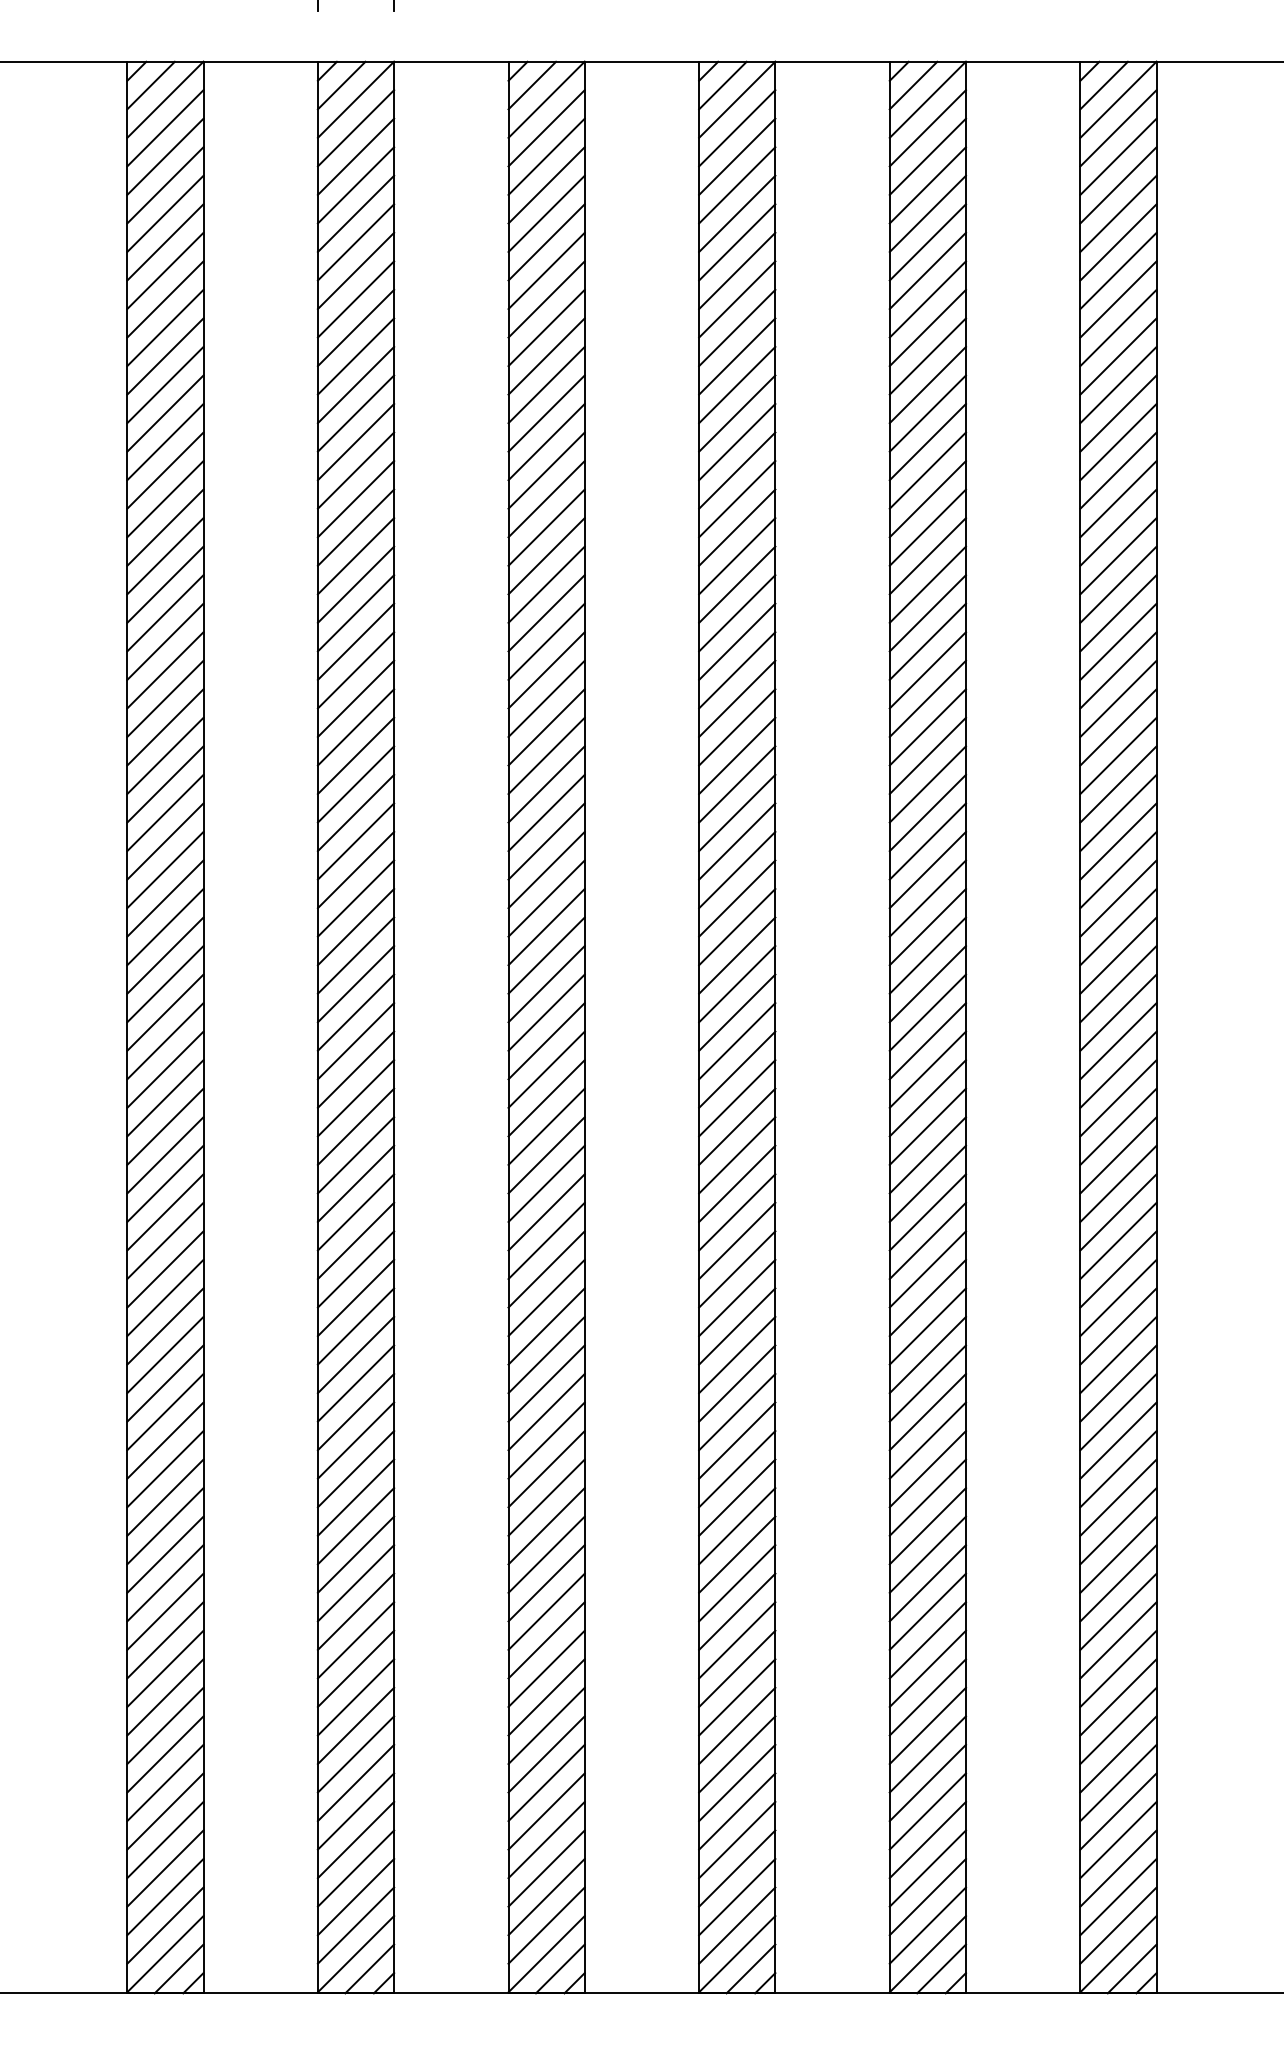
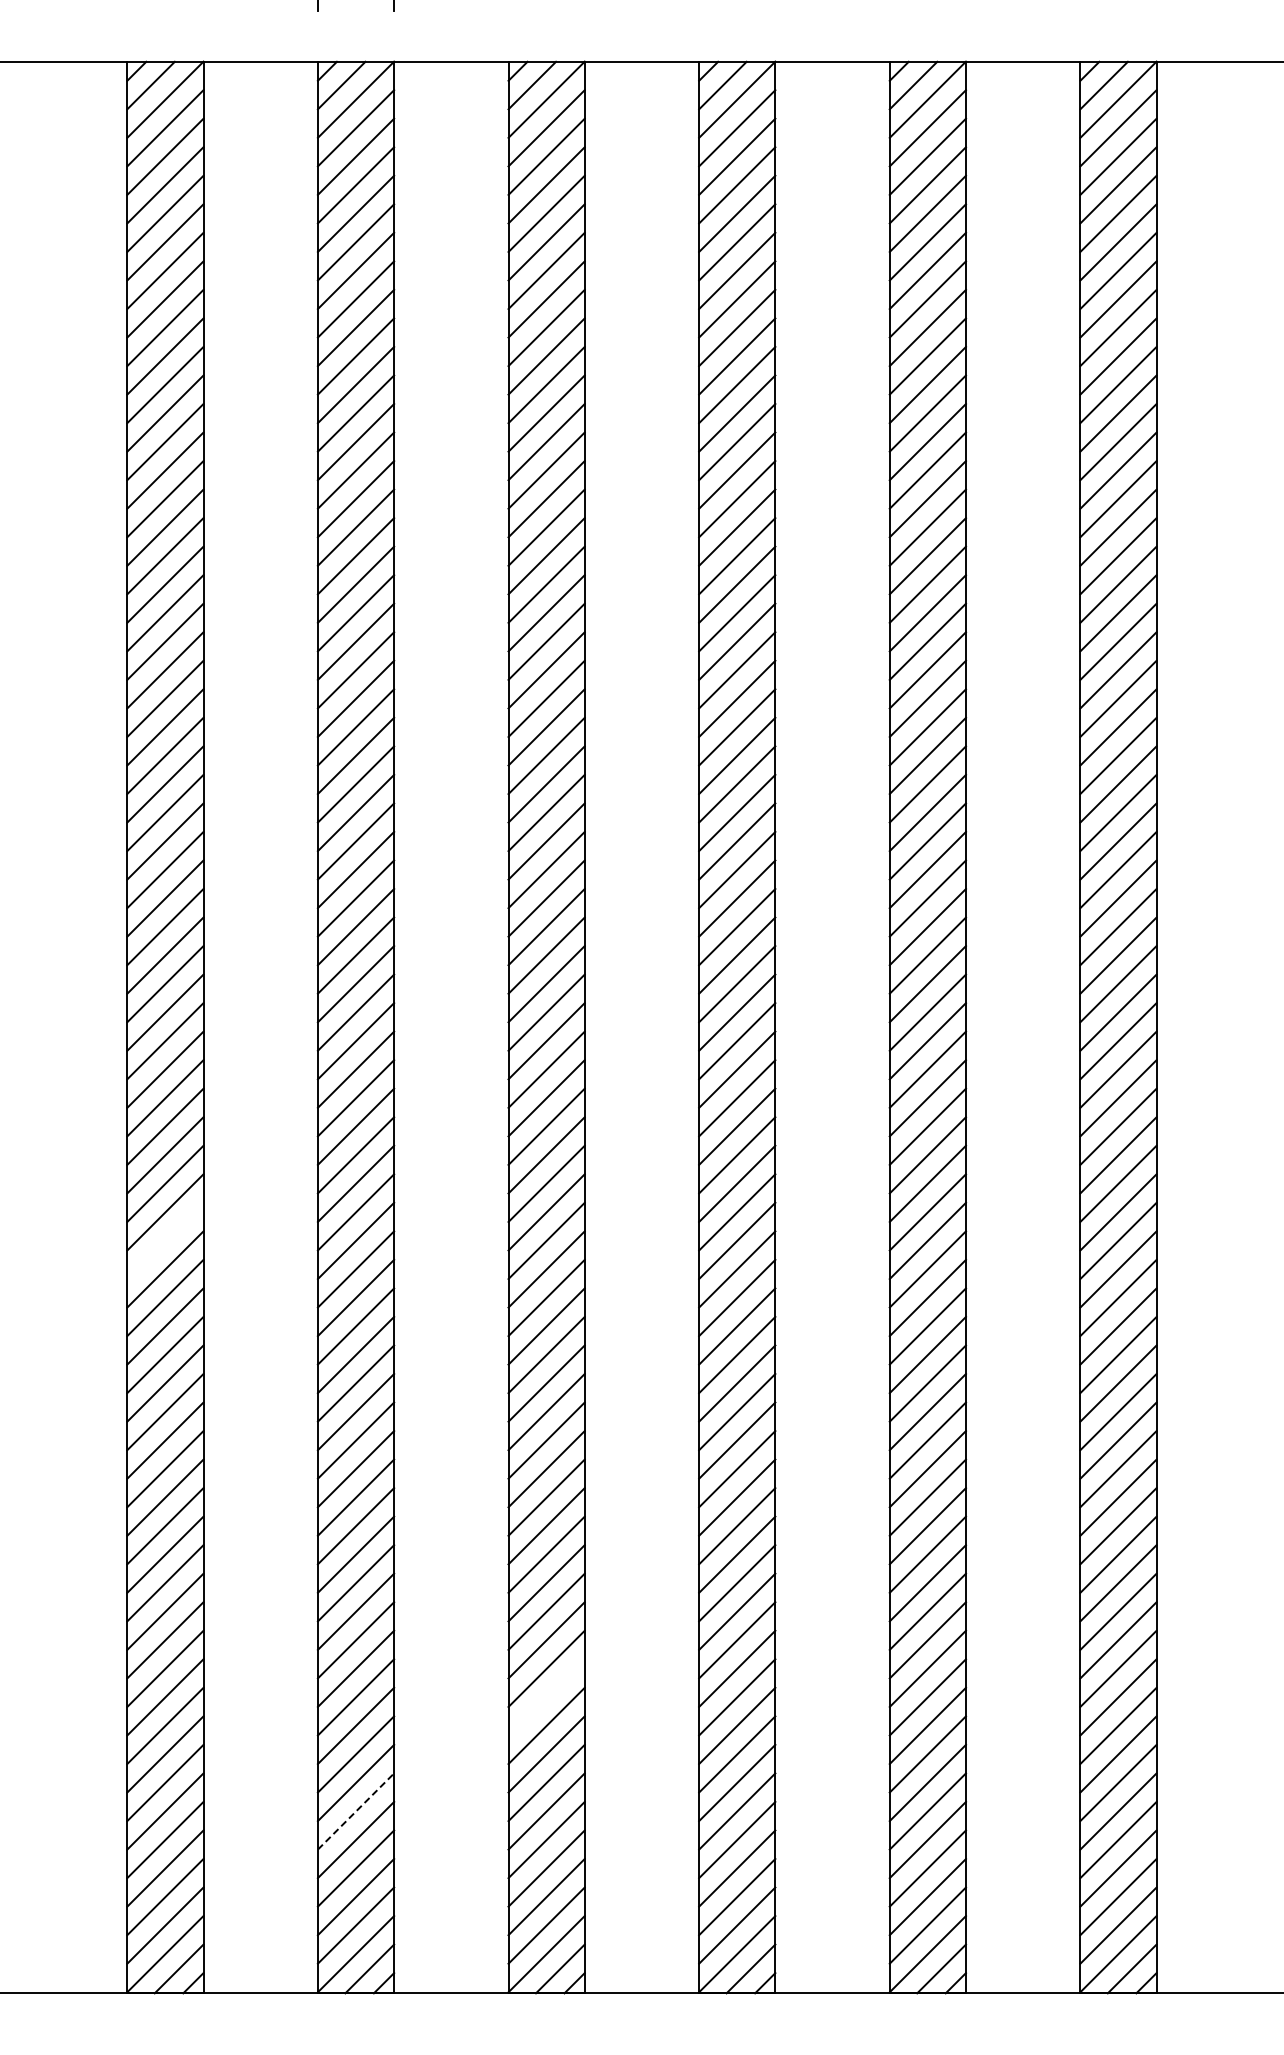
line at (165, 1240): present -> none
line at (546, 1697): present -> none
line at (356, 1811): solid -> dashed
